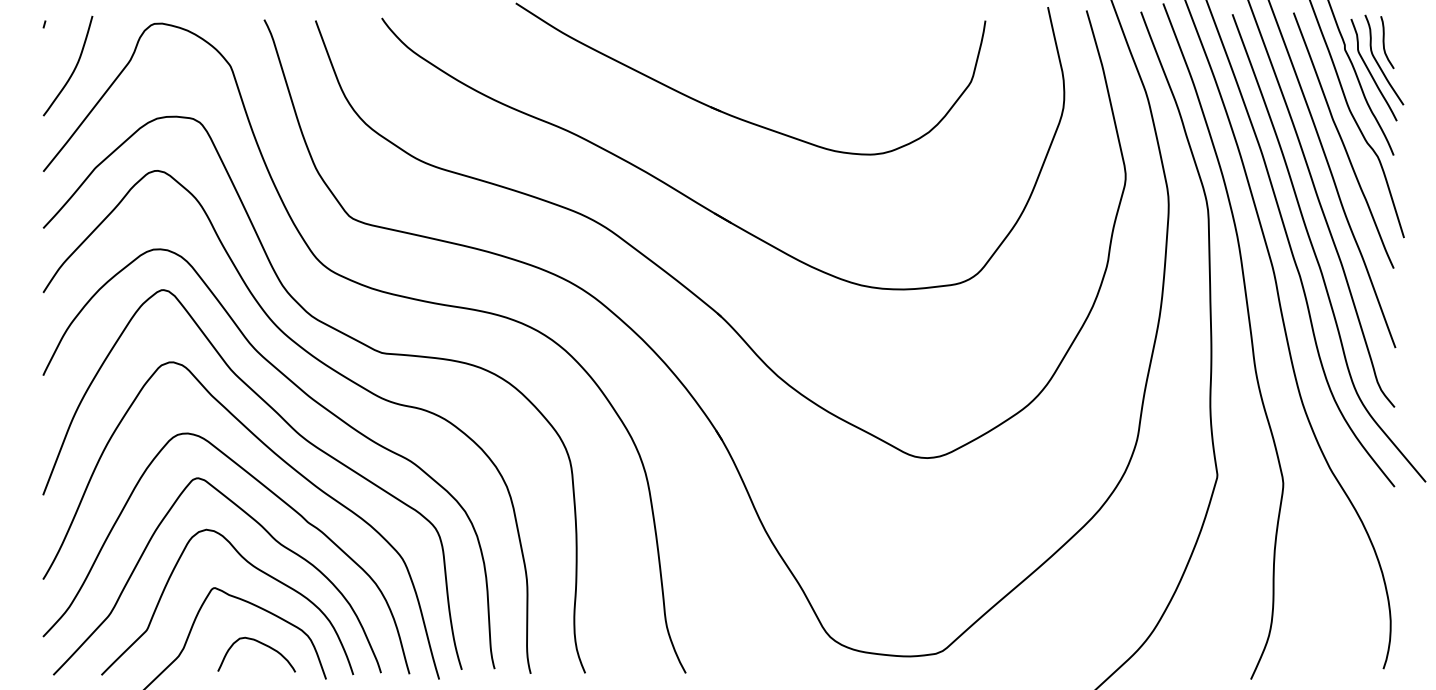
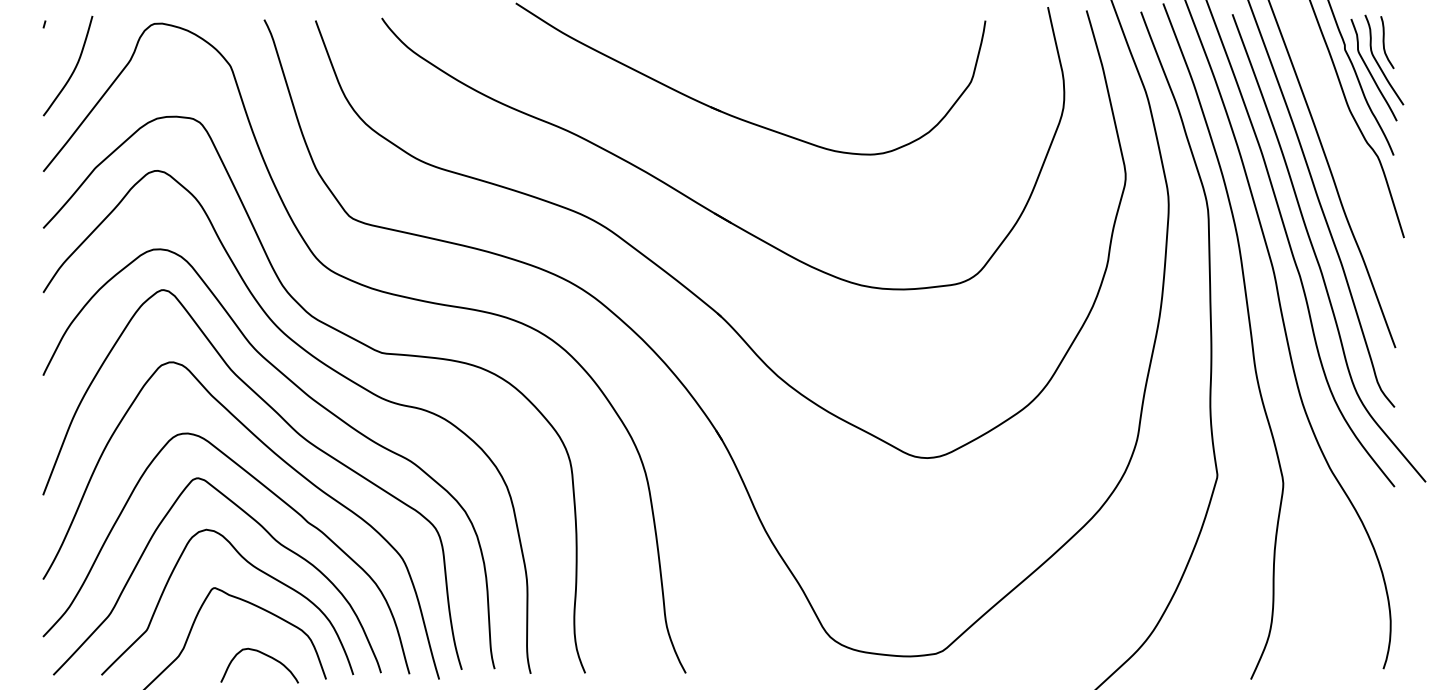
curve at (1342, 140): present -> none
curve at (261, 644) position: (261, 644) -> (264, 655)
